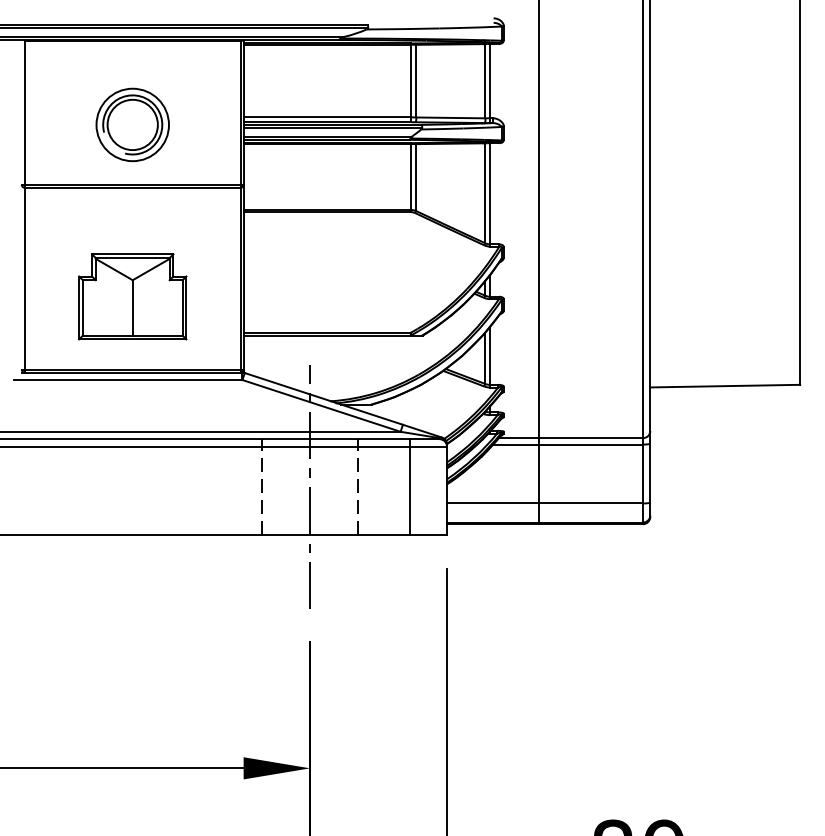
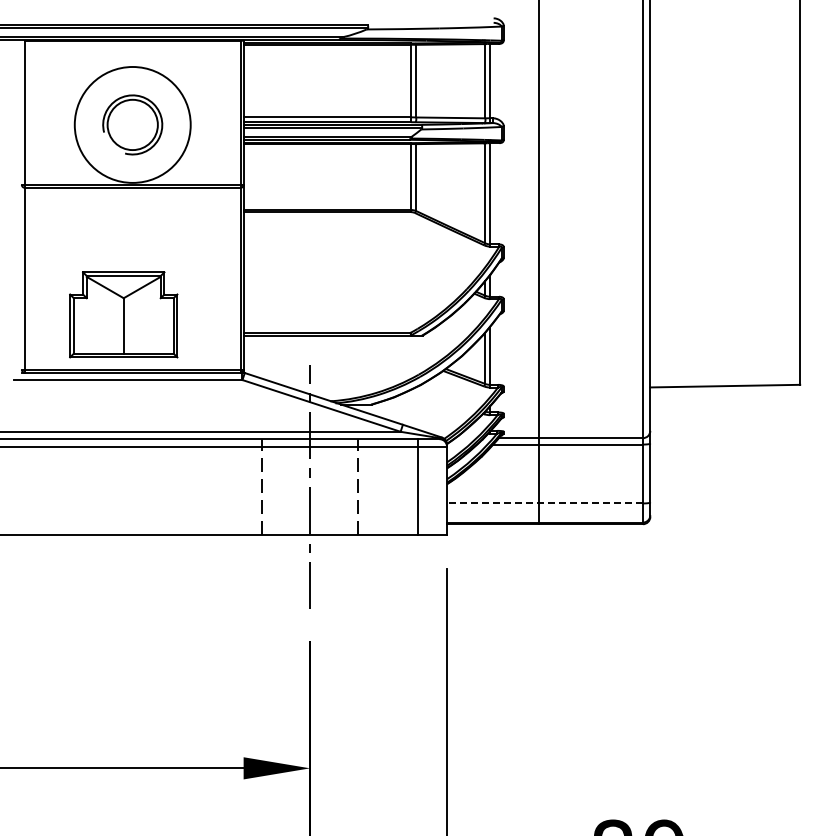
circle at (132, 124) diameter: 72 px -> 116 px
part at (132, 296) position: (132, 296) -> (123, 314)
line at (410, 487) position: (410, 487) -> (418, 487)
line at (544, 503): solid -> dashed
